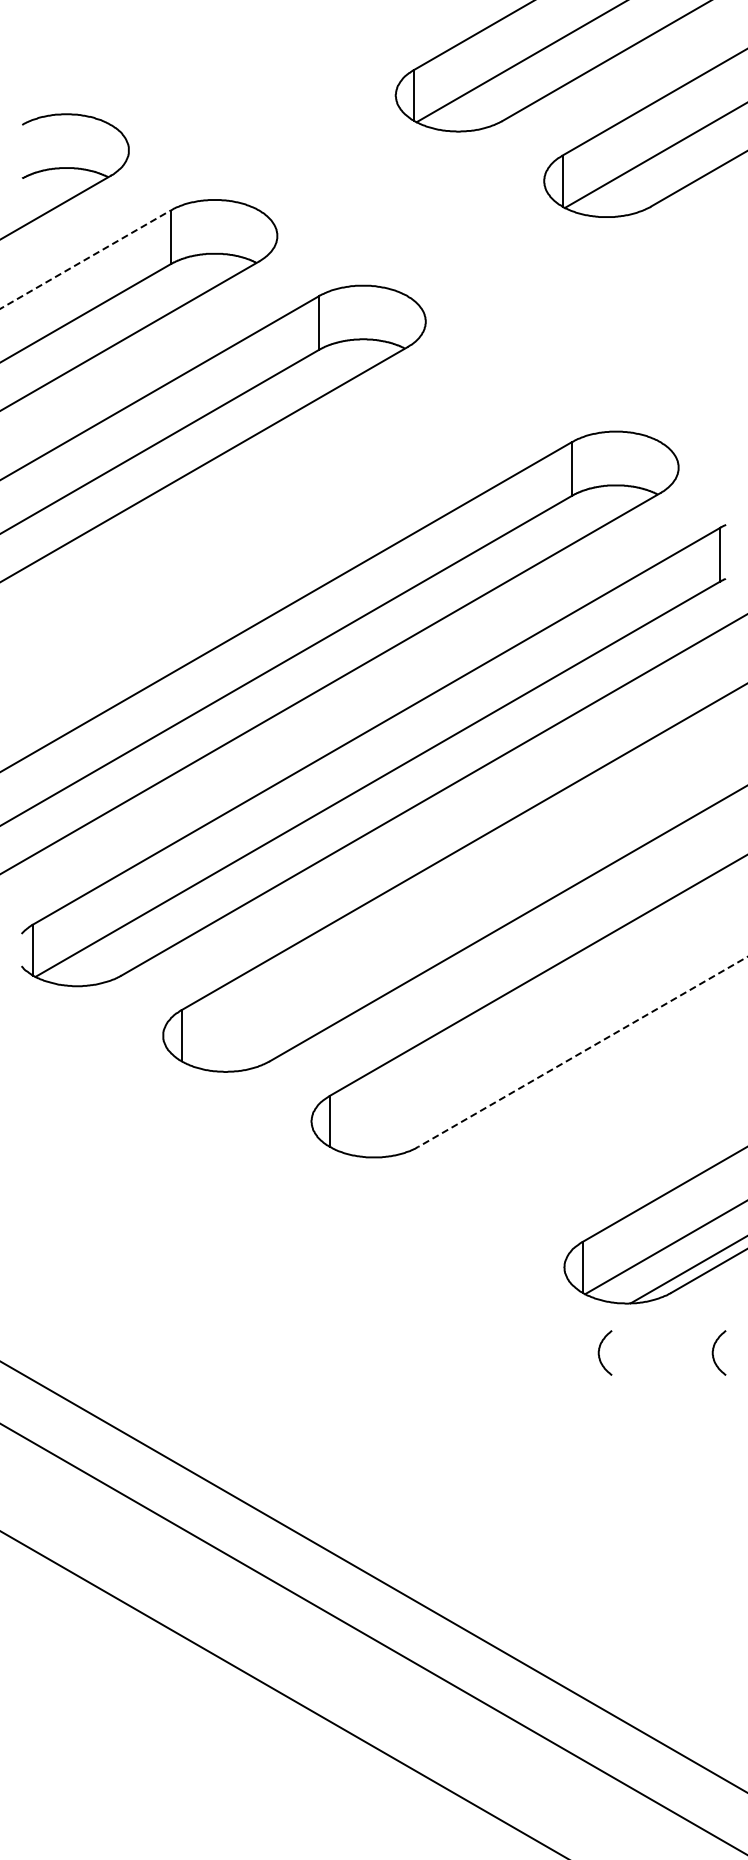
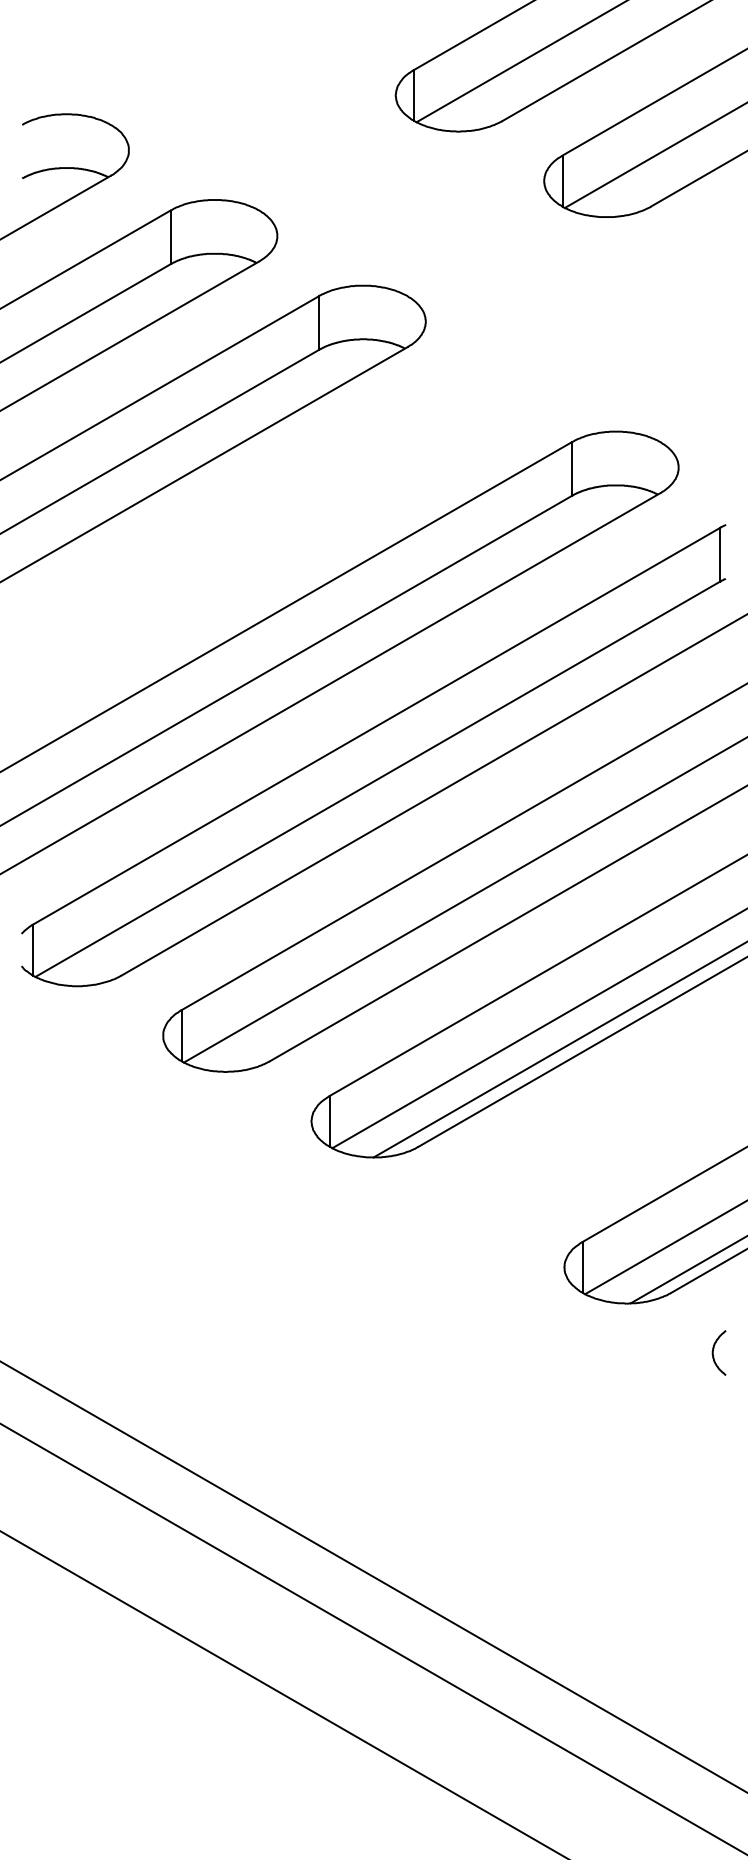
line at (85, 259): dashed -> solid
line at (463, 900): none -> present
line at (538, 1029): none -> present
line at (558, 1050): none -> present
line at (582, 1051): dashed -> solid
curve at (599, 1352): present -> none
